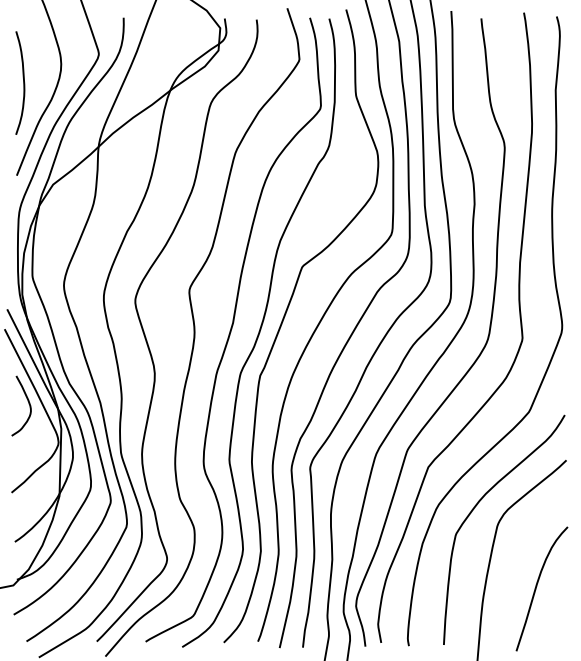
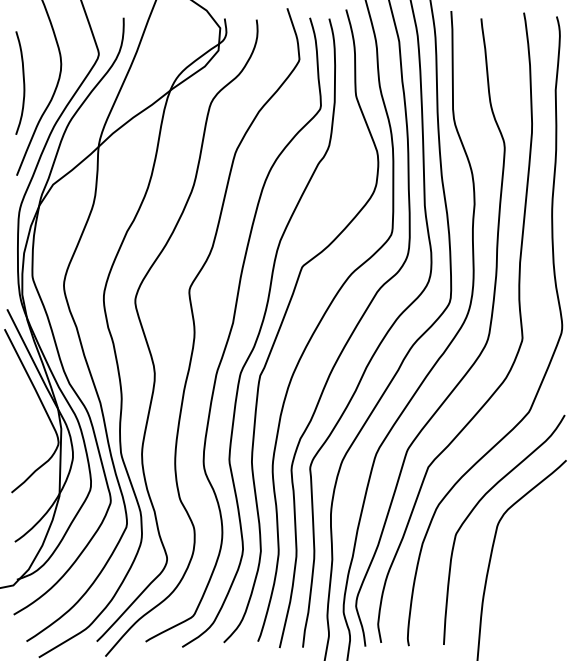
curve at (28, 404): present -> none
curve at (537, 586): present -> none
